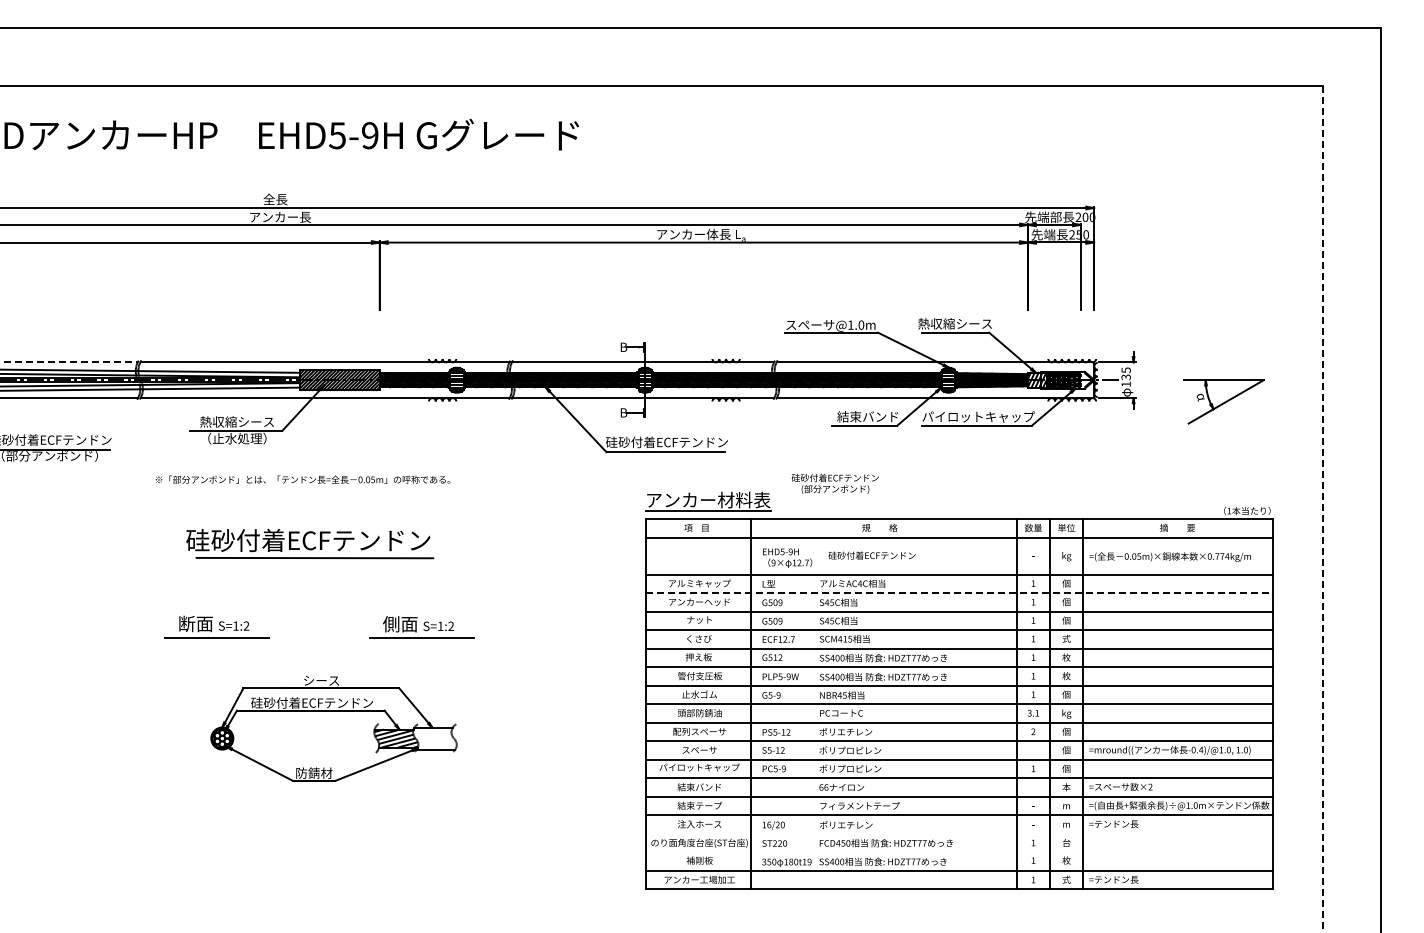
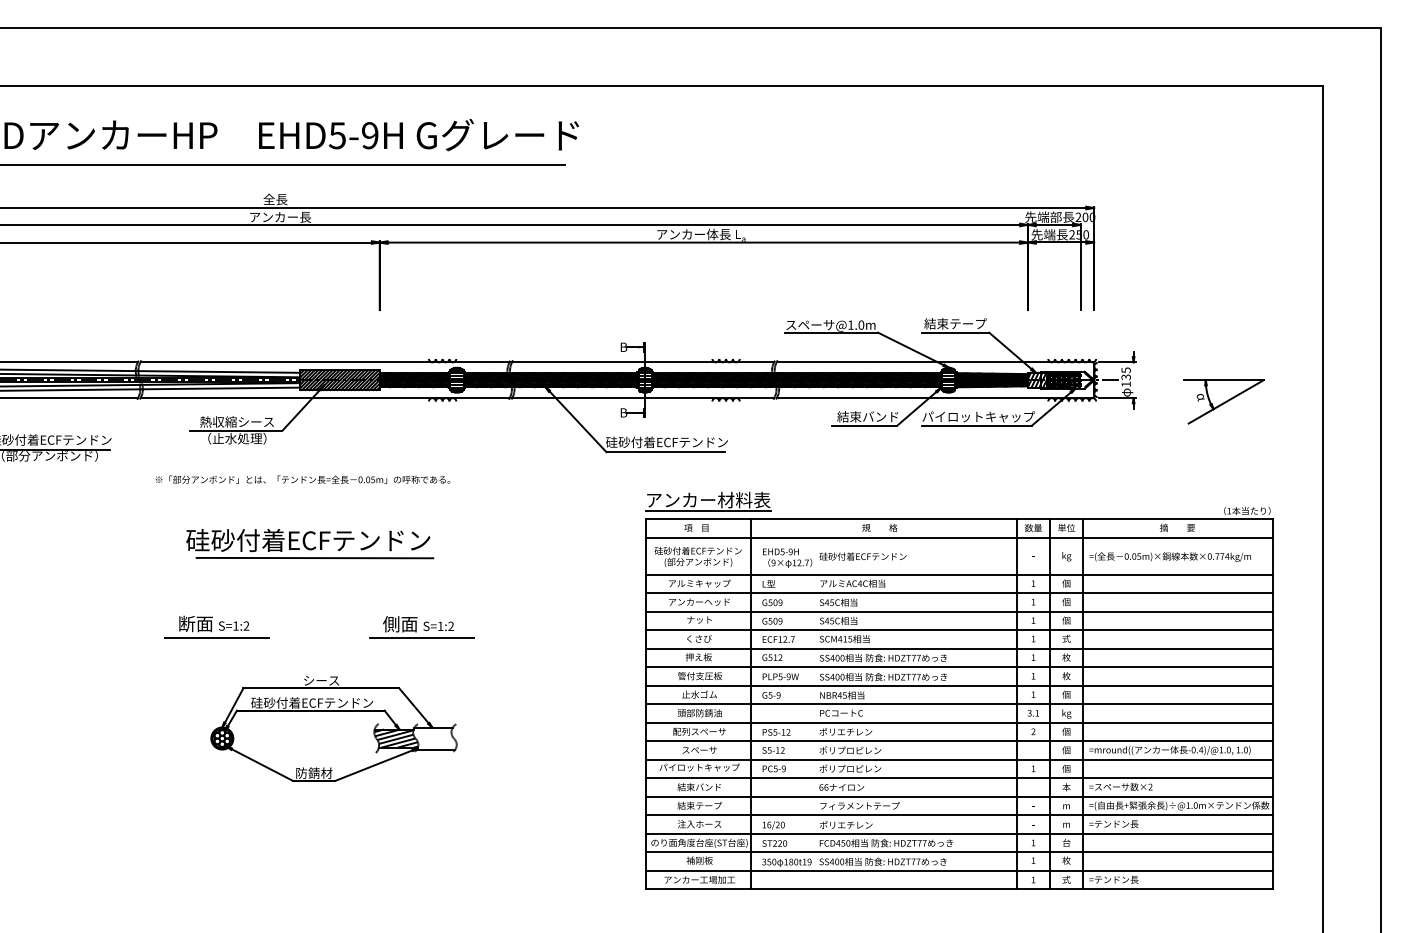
line at (283, 165): none -> present
text at (954, 323): 熱収縮シース -> 結束テープ
line at (69, 362): dashed -> solid
text at (834, 483) position: (834, 483) -> (697, 556)
line at (1323, 509): dashed -> solid
text at (871, 555) position: (871, 555) -> (862, 556)
line at (959, 593): dashed -> solid
line at (958, 833): none -> present
line at (958, 852): none -> present
